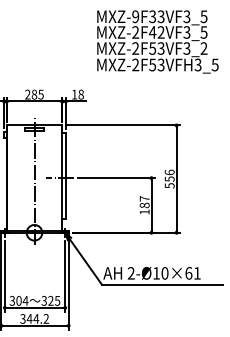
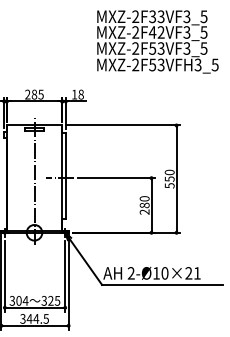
text at (135, 17): MXZ-9F33VF3_5 -> MXZ-2F33VF3_5
text at (203, 48): MXZ-2F53VF3_2 -> MXZ-2F53VF3_5
text at (169, 172): 556 -> 550
text at (144, 205): 187 -> 280
text at (188, 273): 2-Ø10×61 -> 2-Ø10×21
text at (45, 318): 344.2 -> 344.5
